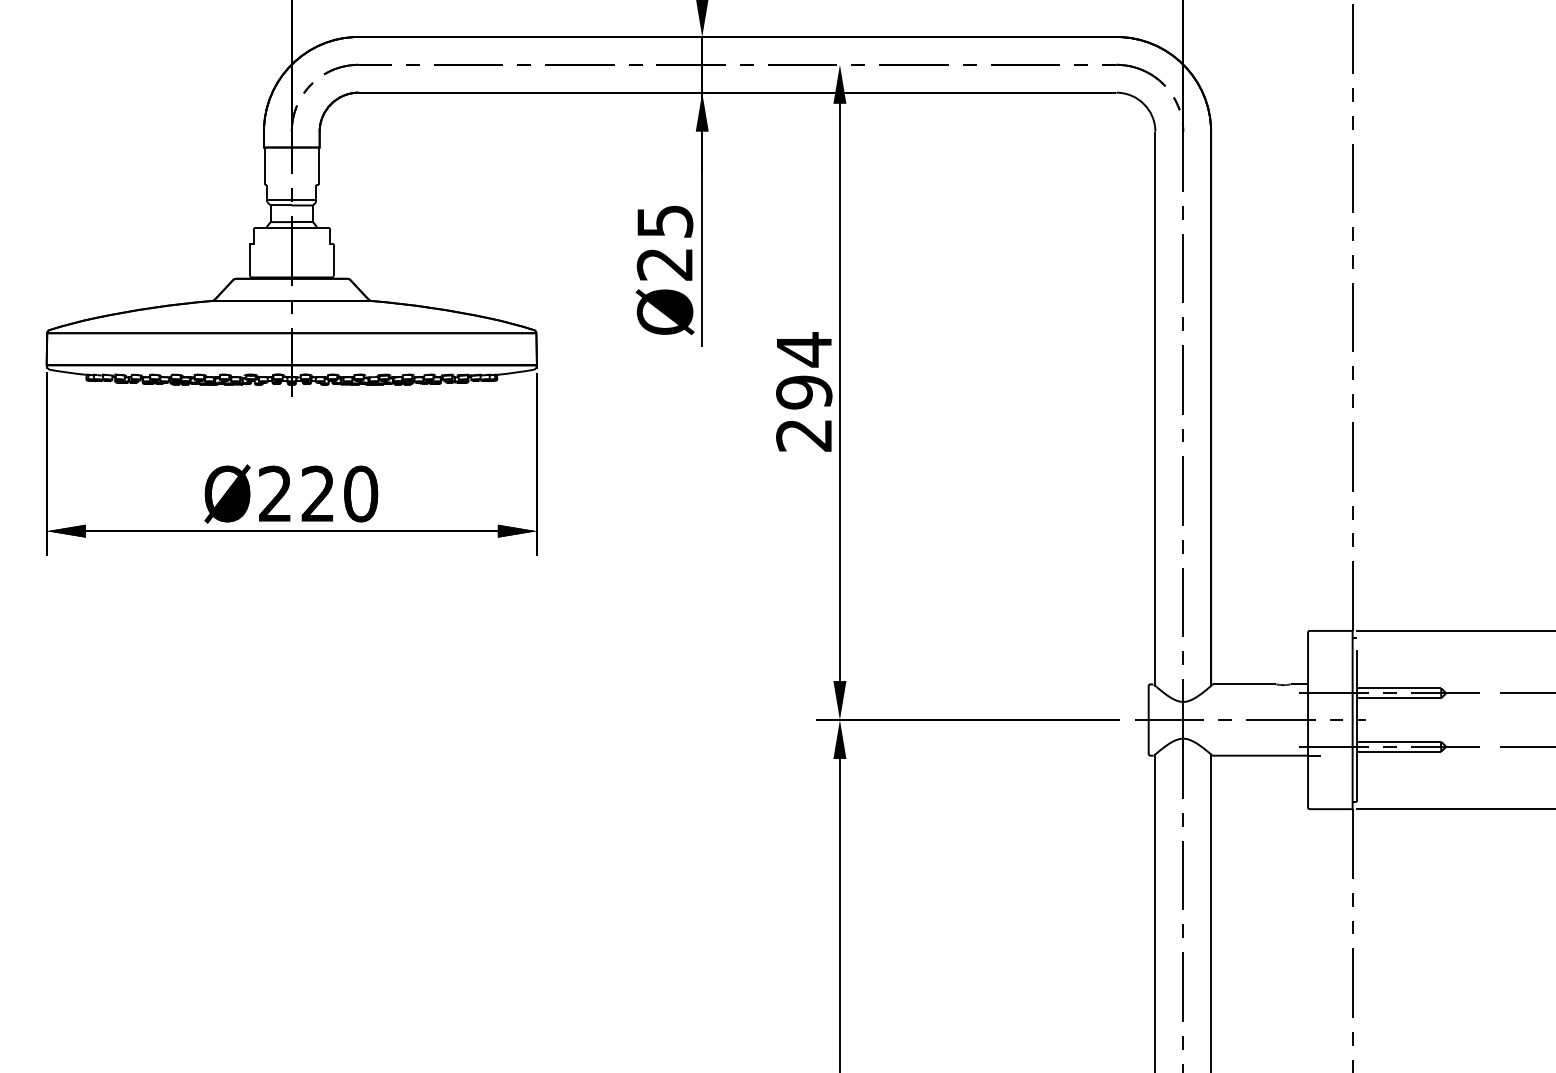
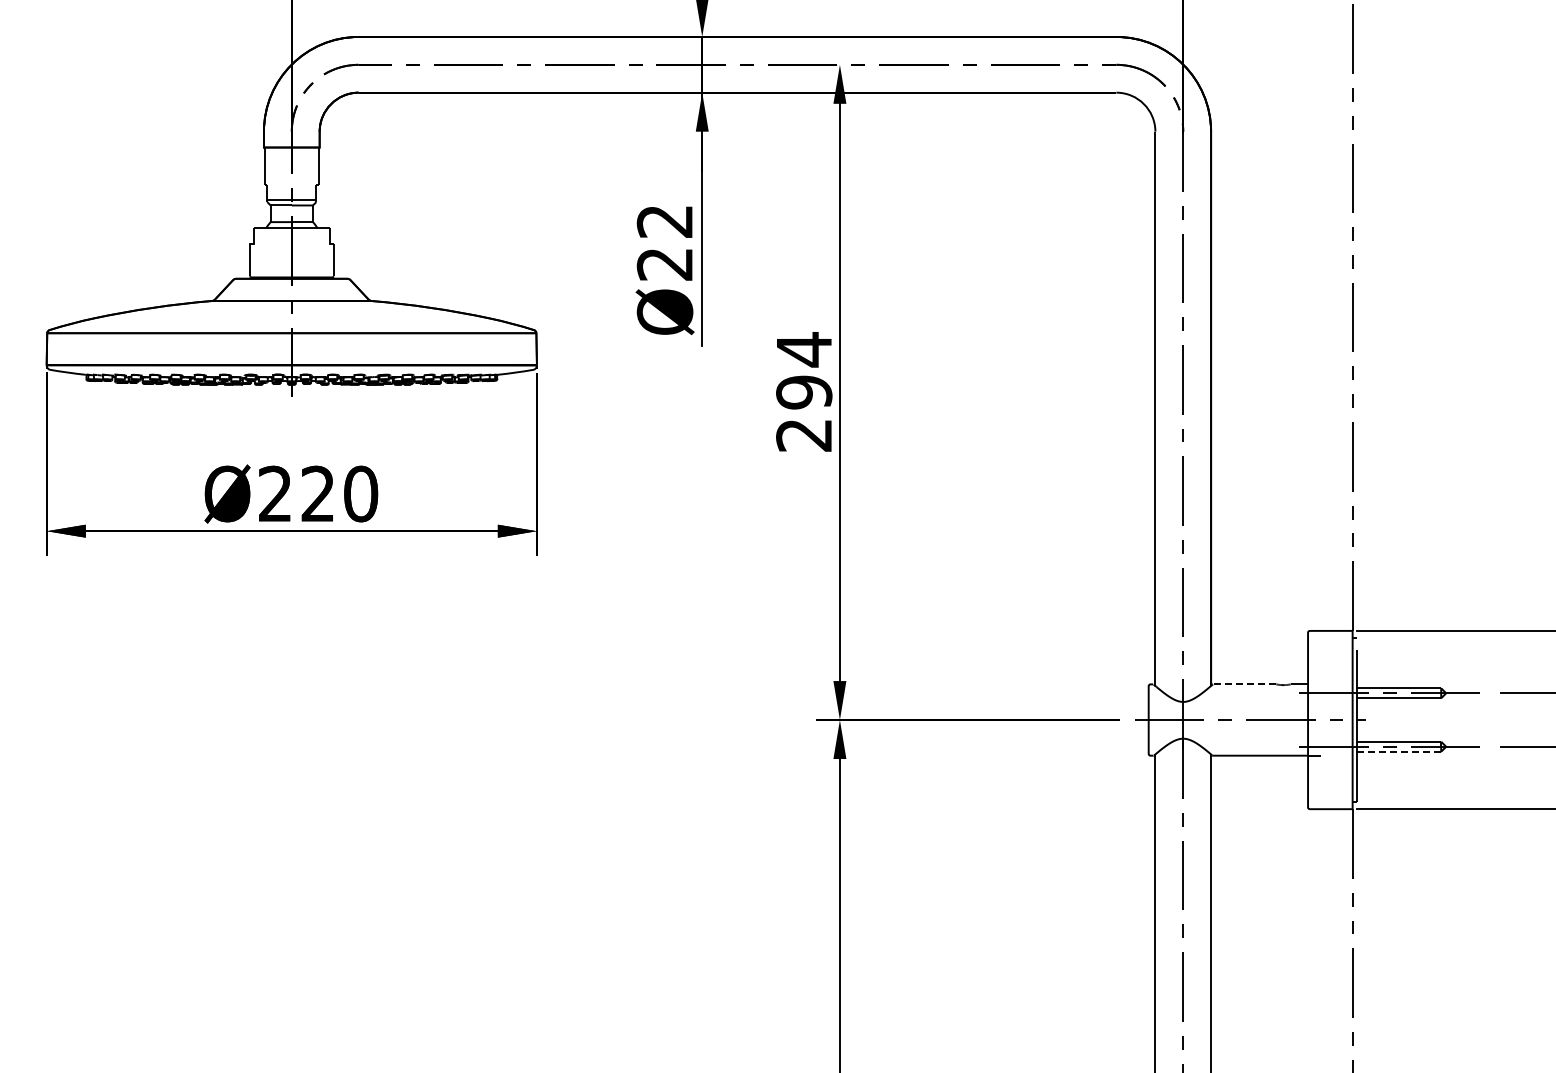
text at (664, 221): Ø25 -> Ø22
line at (1244, 684): solid -> dashed
line at (1399, 751): solid -> dashed
